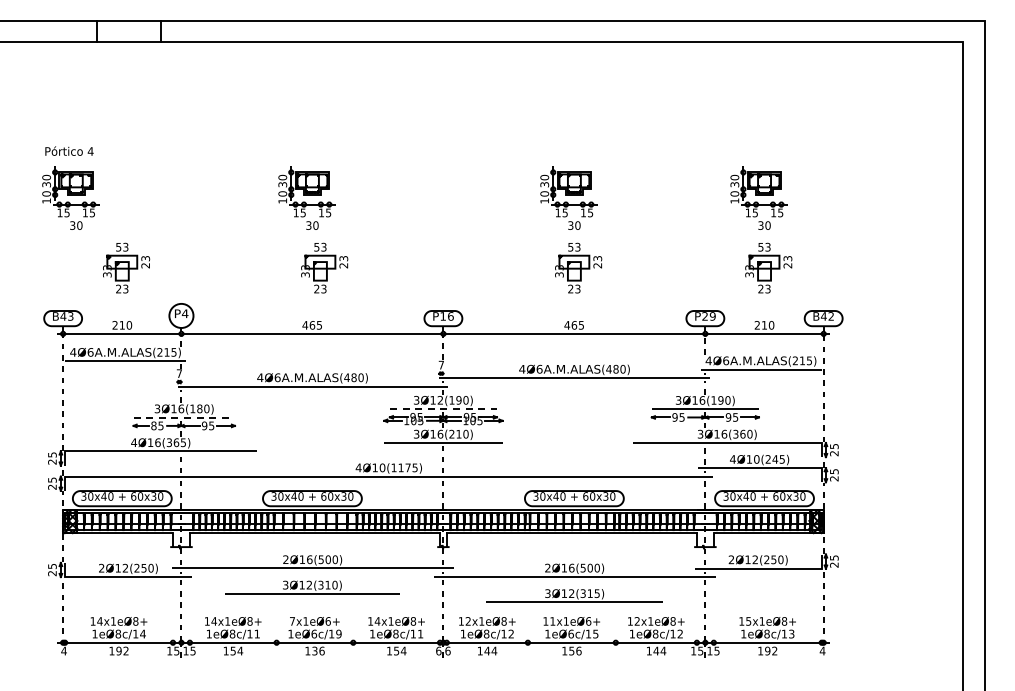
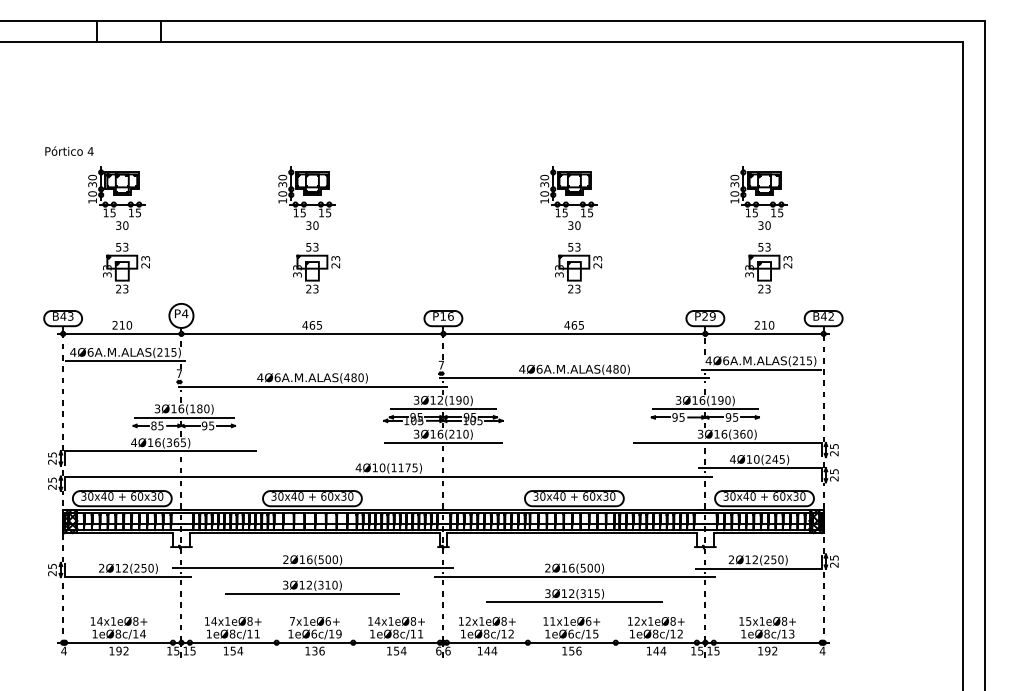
part at (70, 197) position: (70, 197) -> (116, 197)
part at (324, 267) position: (324, 267) -> (316, 267)
line at (443, 409): dashed -> solid
line at (184, 417): dashed -> solid
